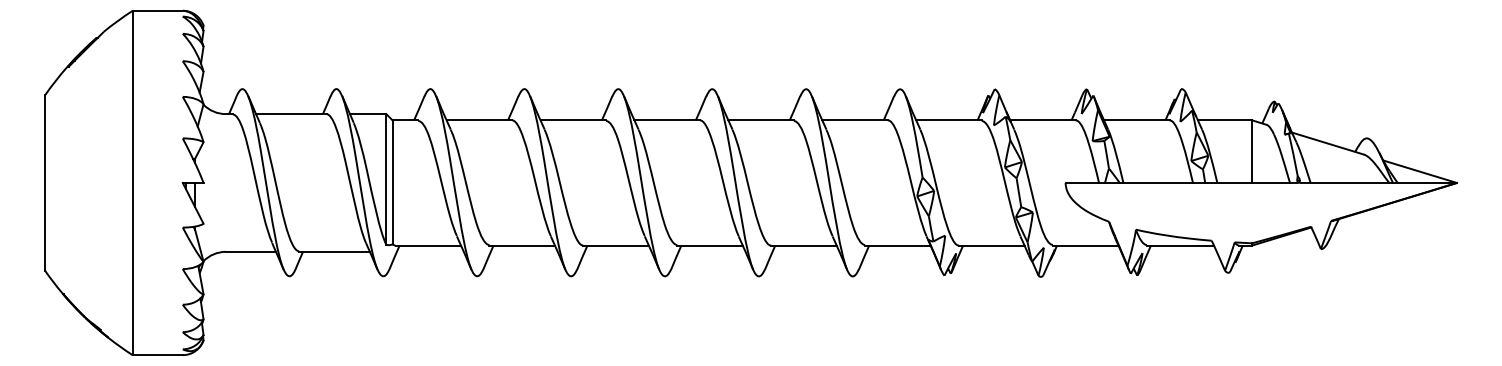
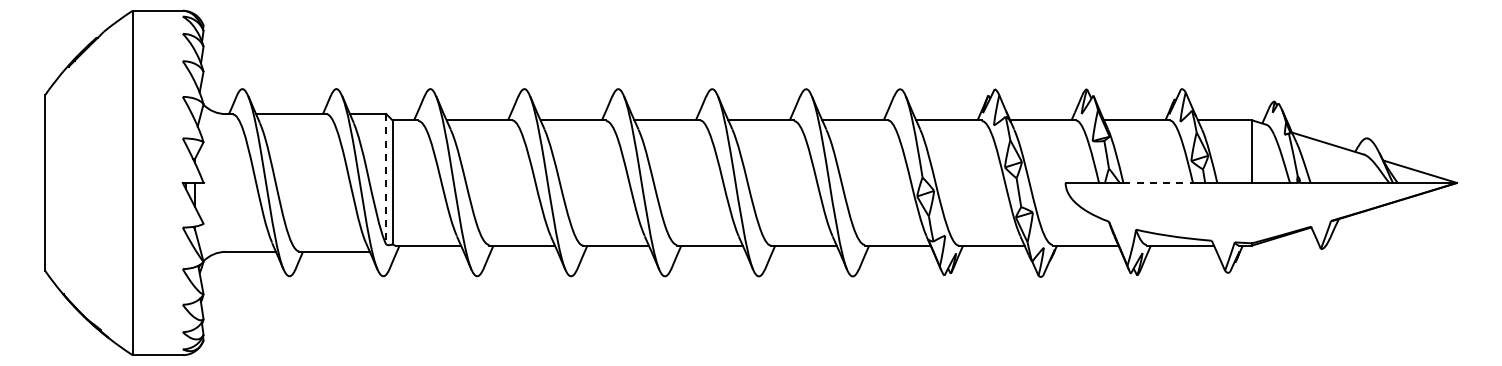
line at (386, 179): solid -> dashed
line at (1158, 182): solid -> dashed
